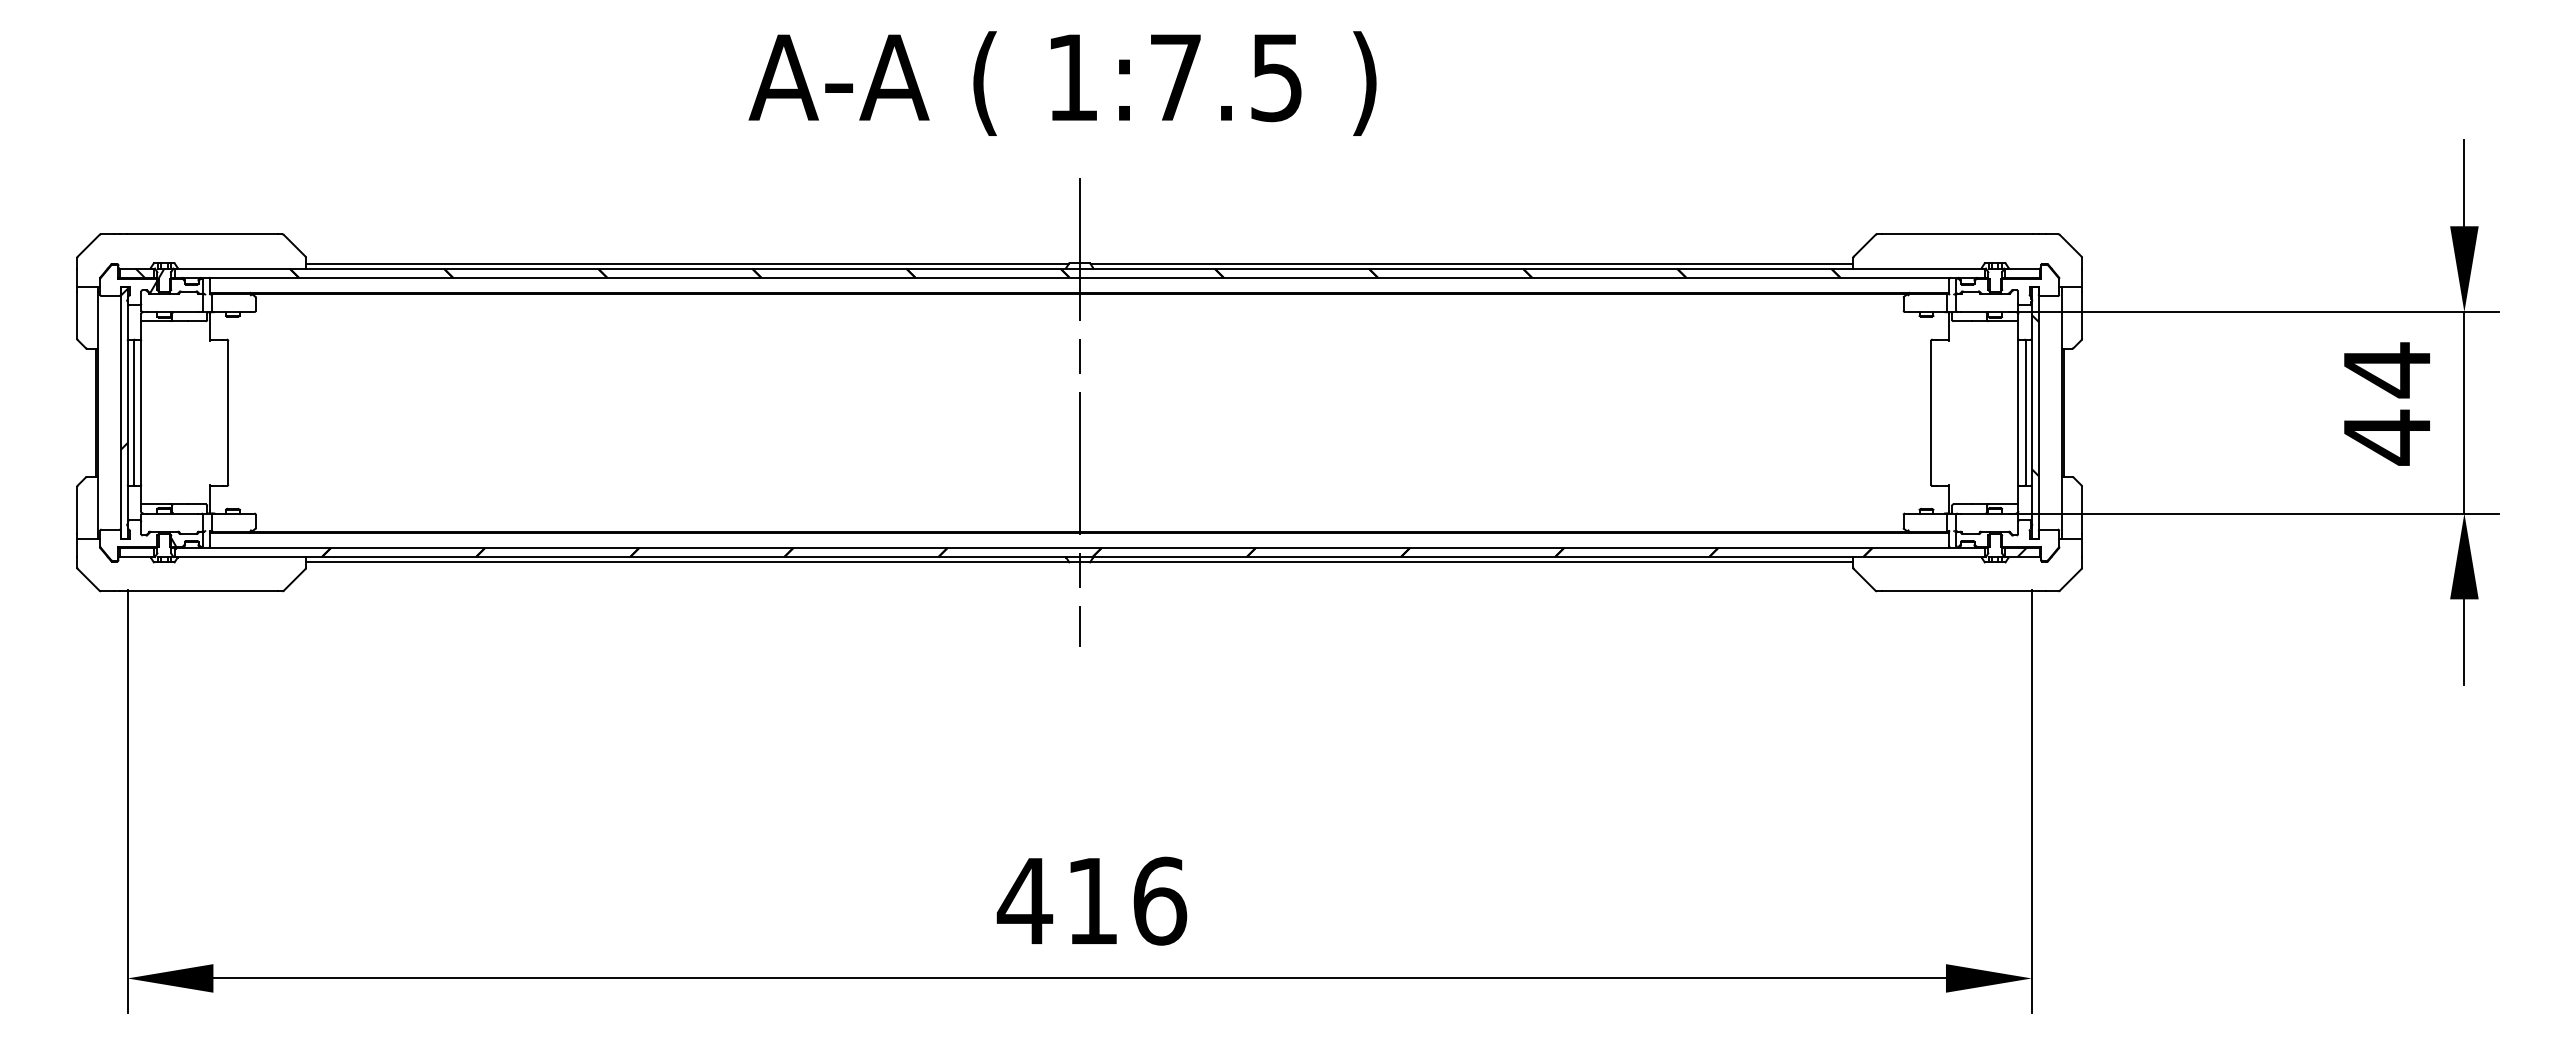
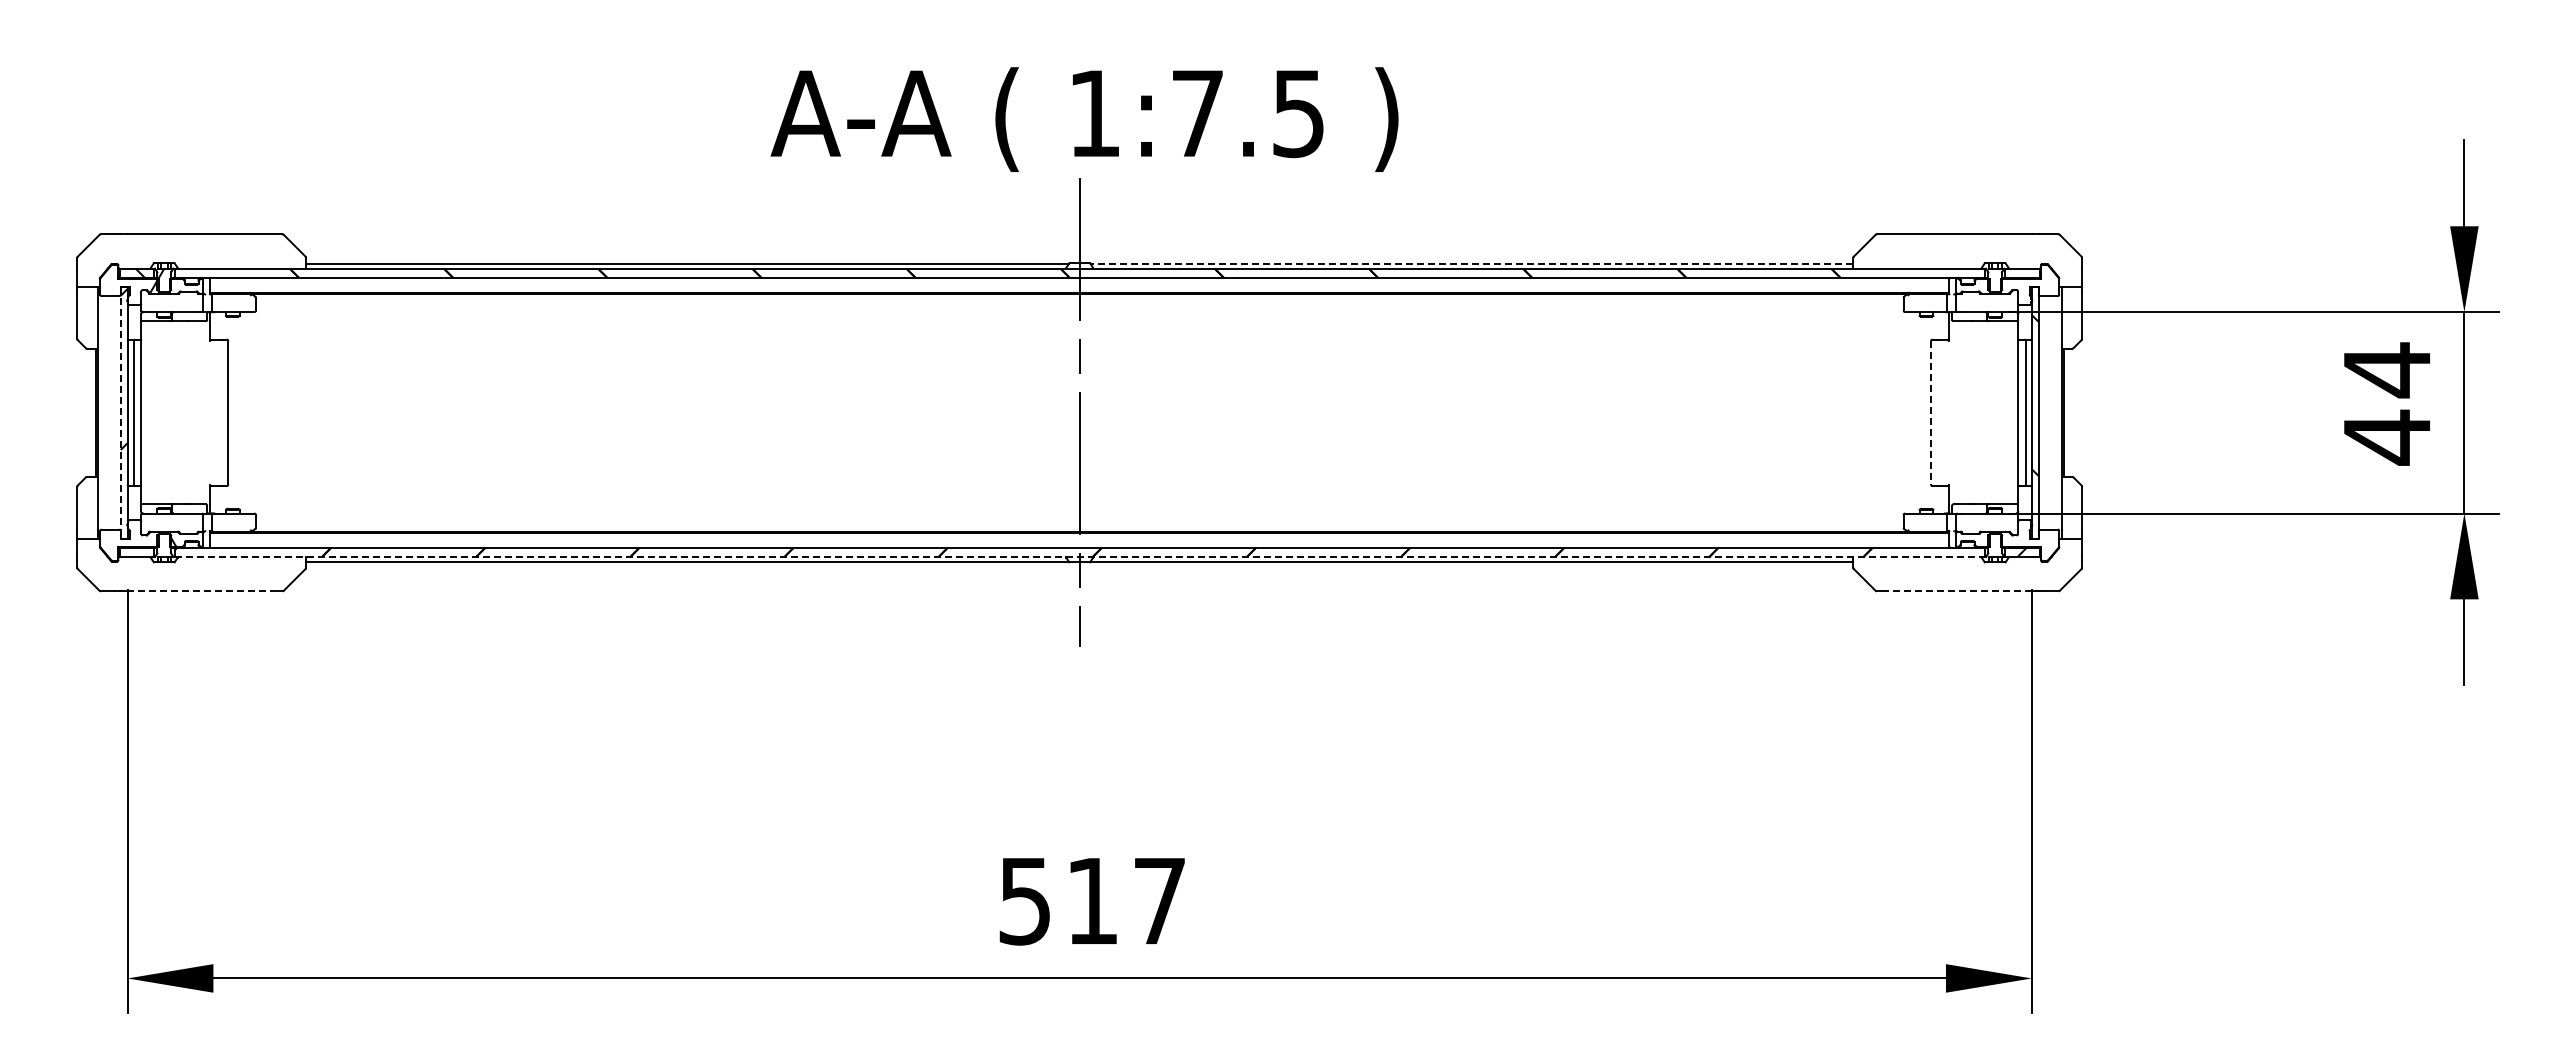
text at (1062, 83) position: (1062, 83) -> (1084, 119)
line at (1471, 264): solid -> dashed
line at (120, 412): solid -> dashed
line at (1931, 412): solid -> dashed
line at (1080, 557): solid -> dashed
line at (202, 591): solid -> dashed
line at (1957, 591): solid -> dashed
text at (1091, 900): 416 -> 517
